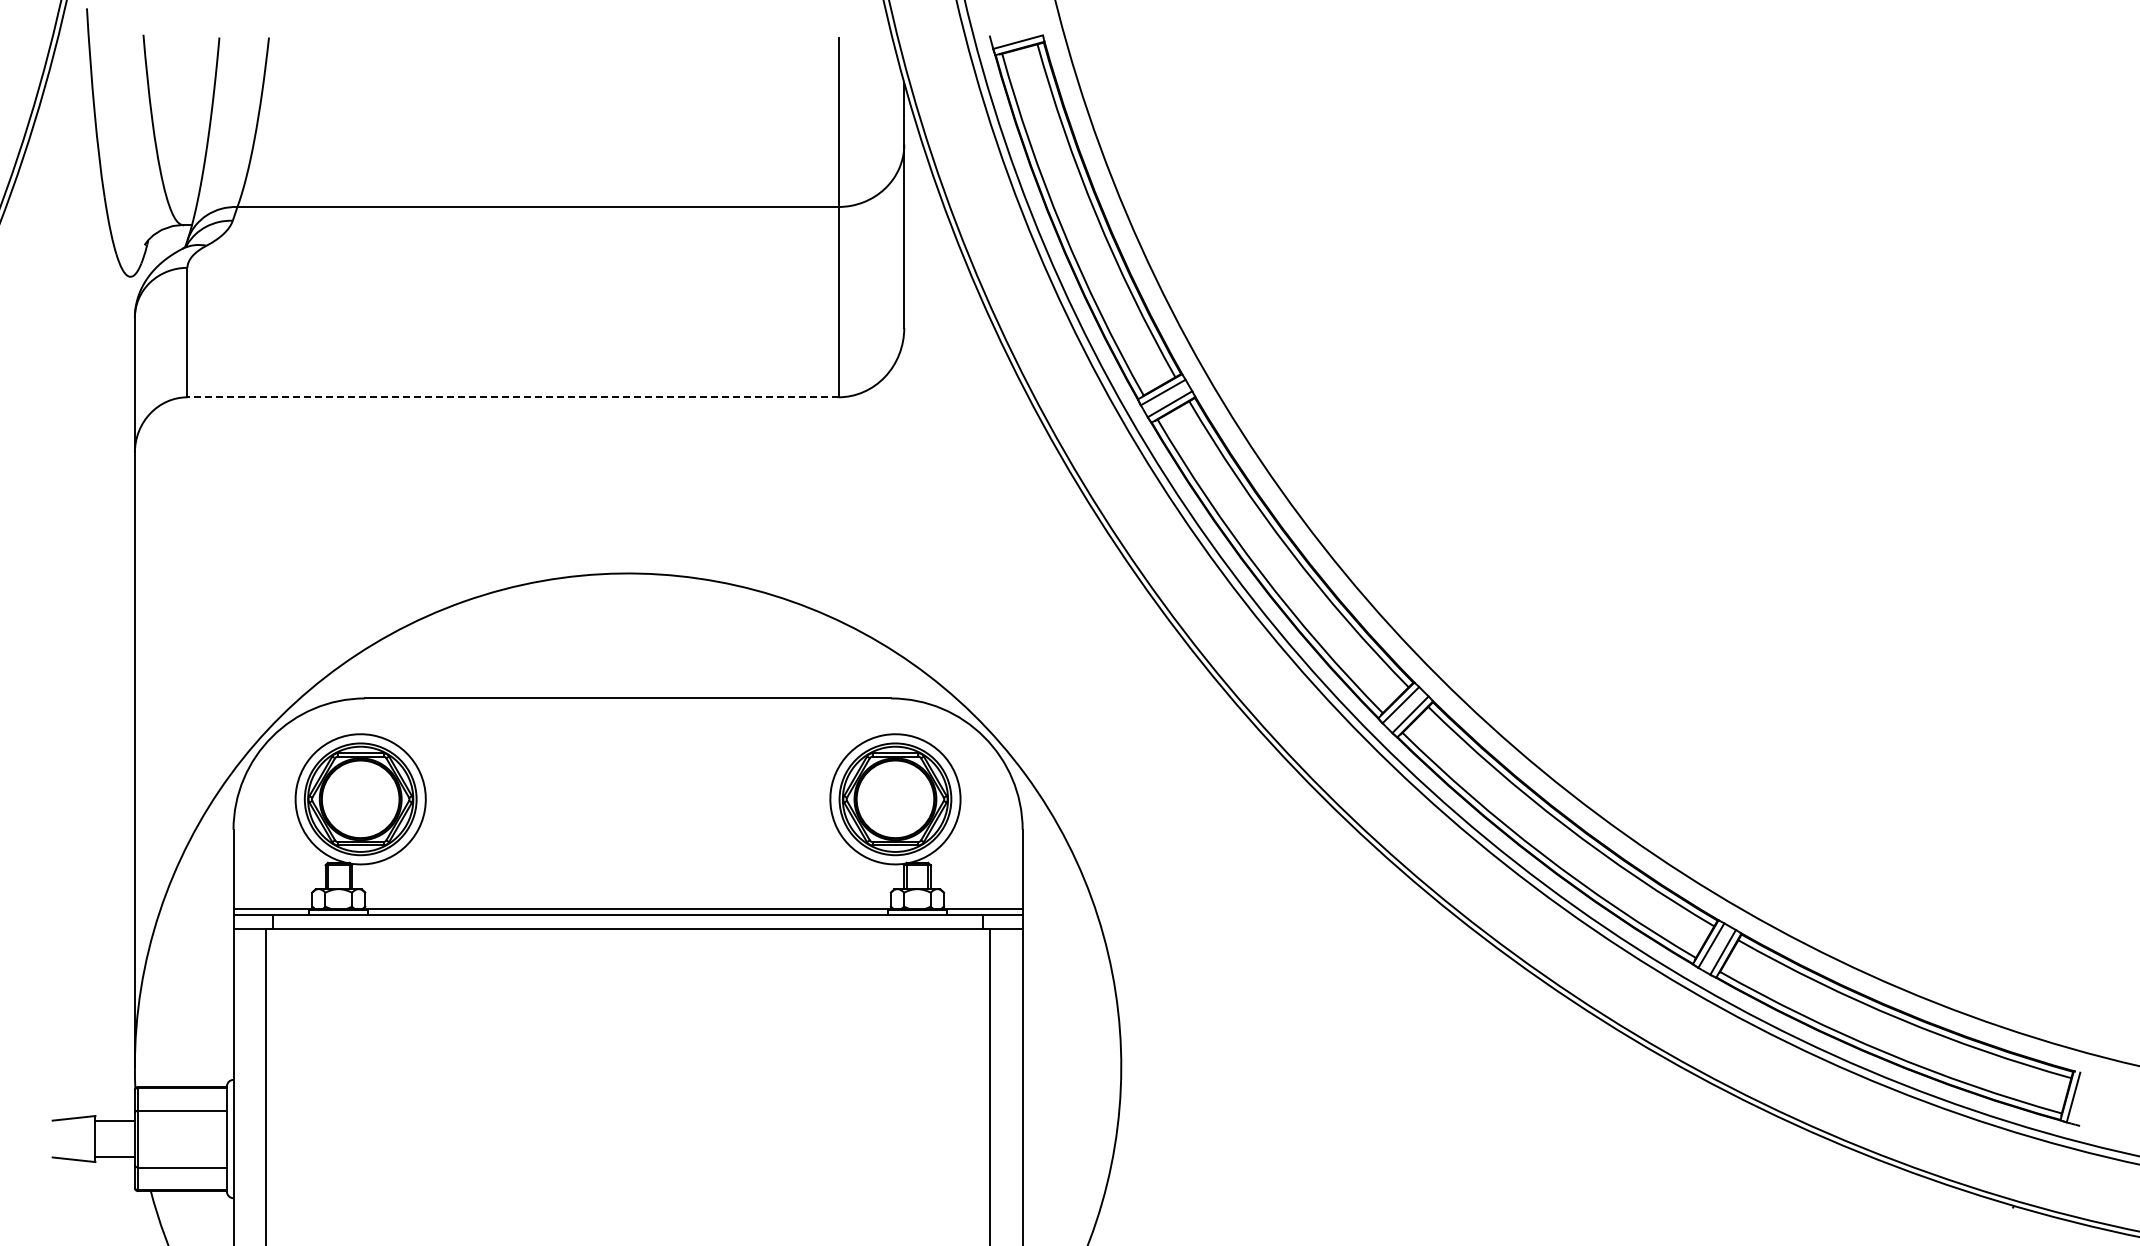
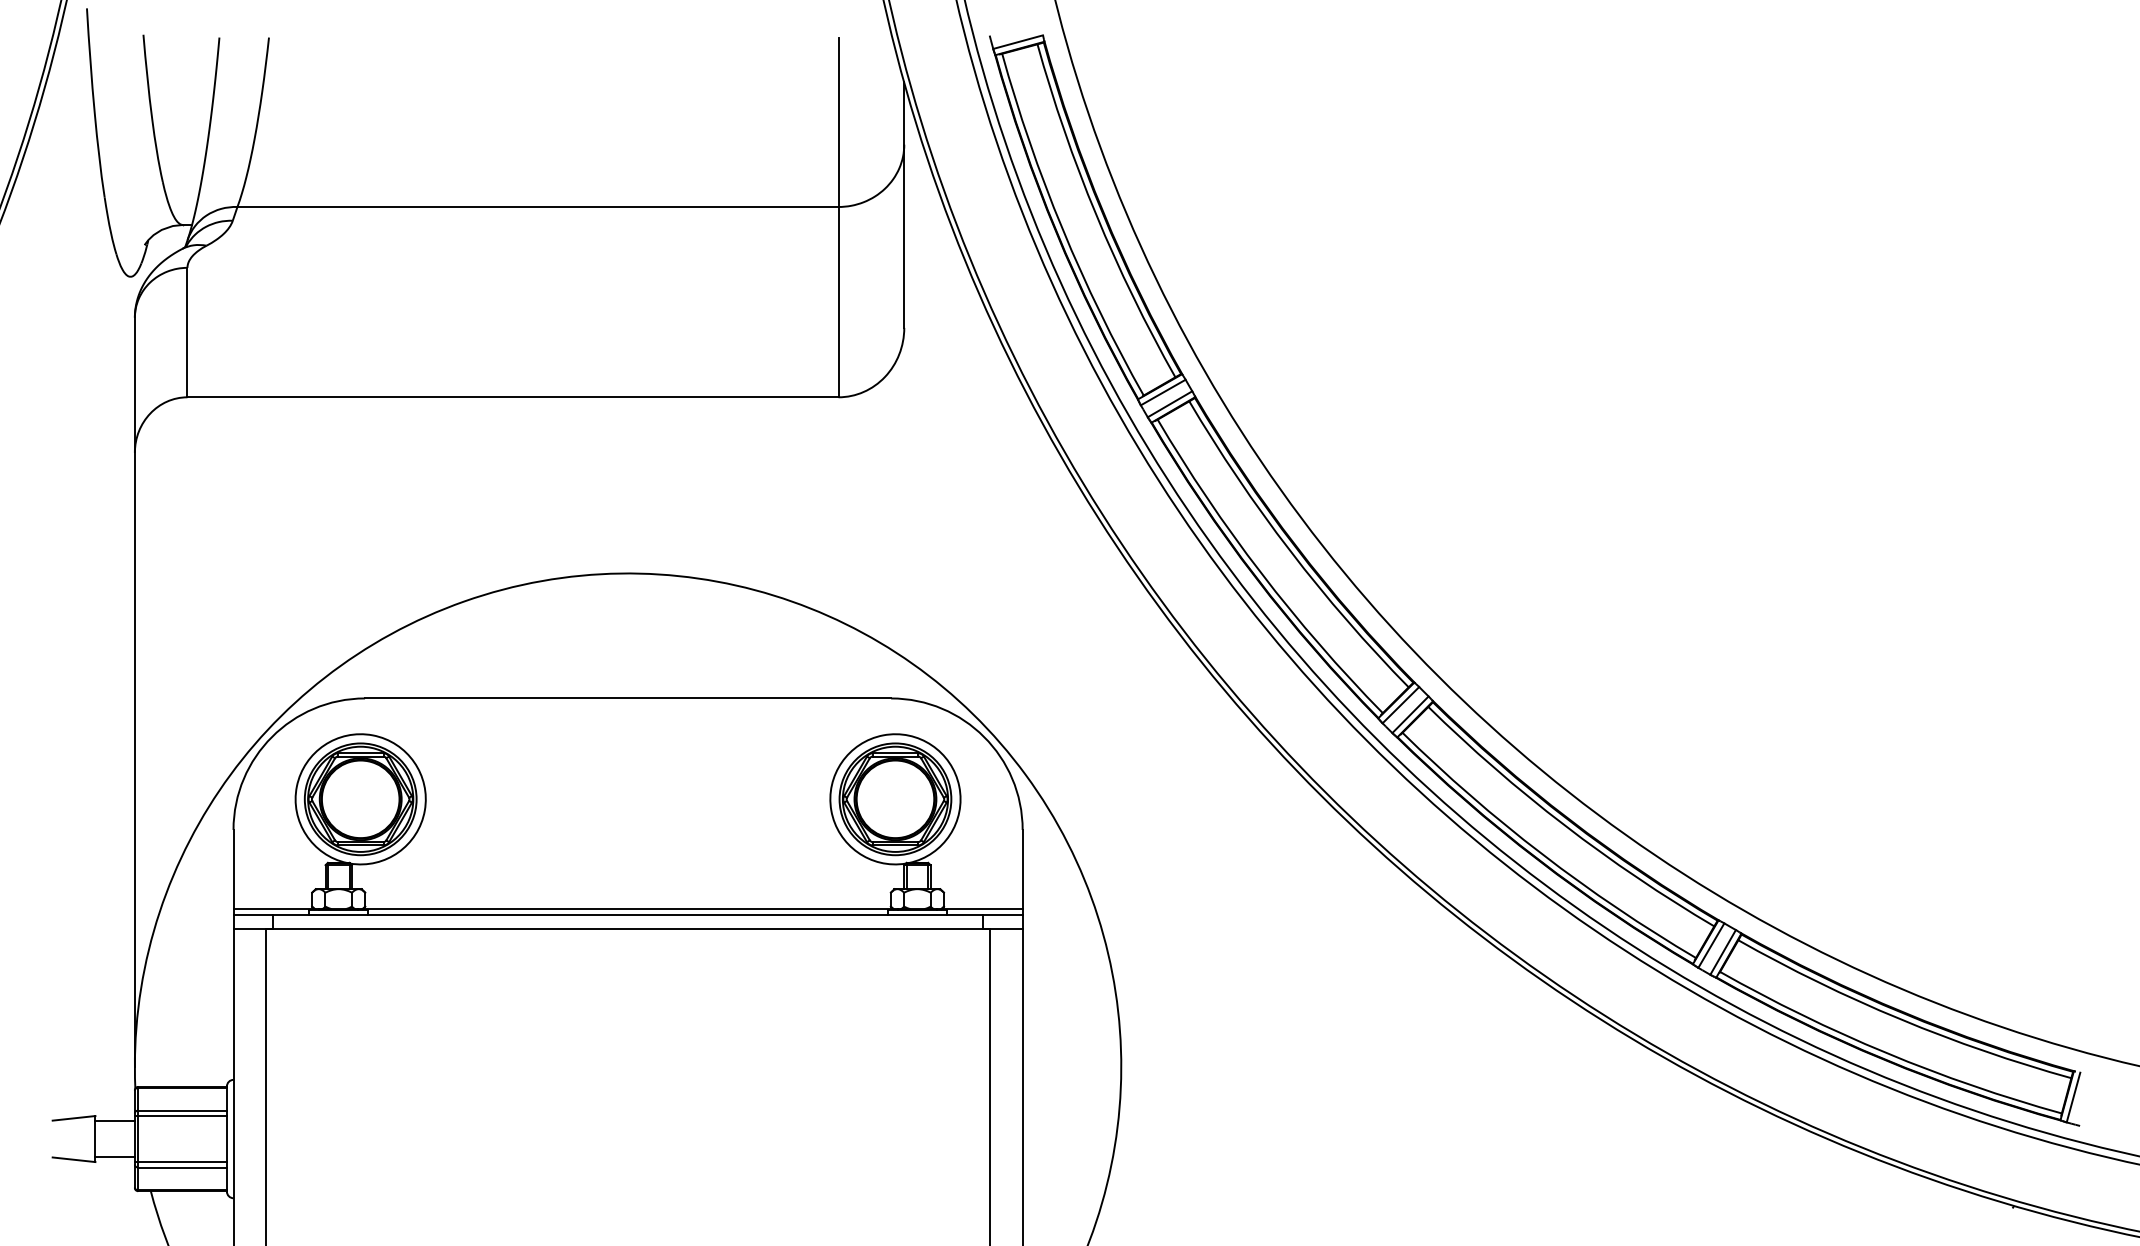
line at (513, 397): dashed -> solid
line at (180, 1116): none -> present
line at (180, 1161): none -> present
